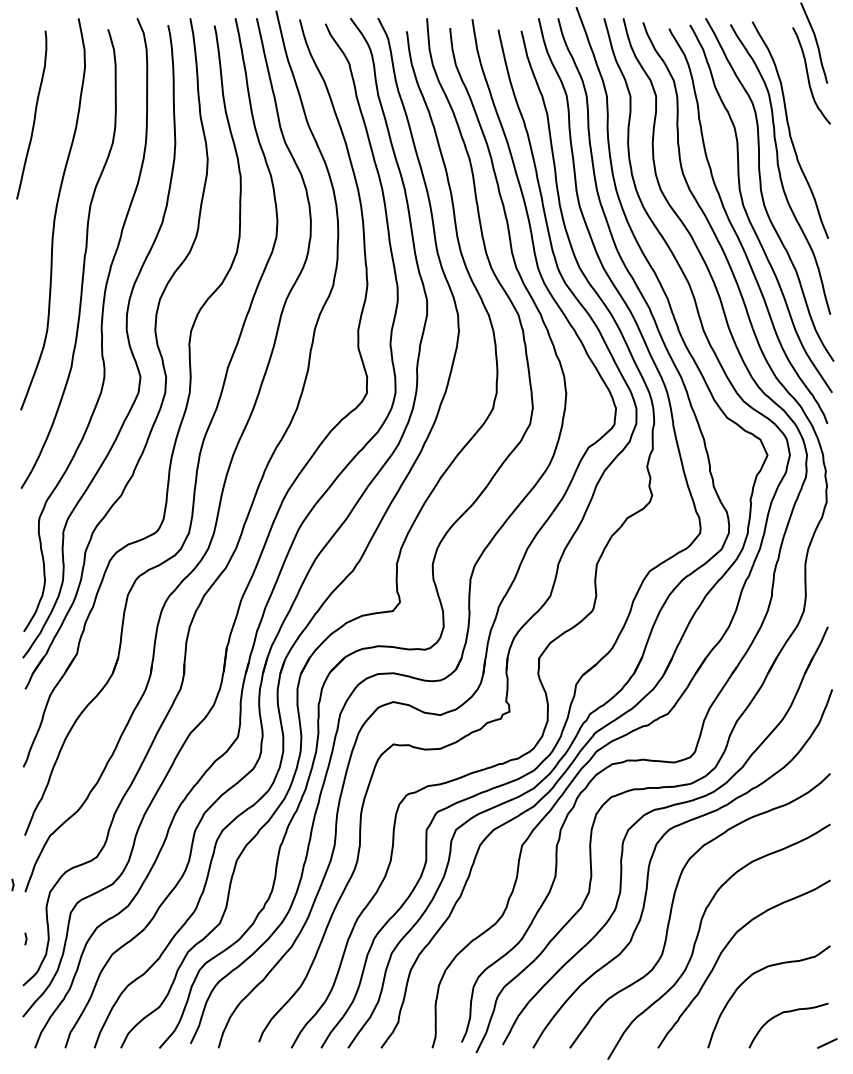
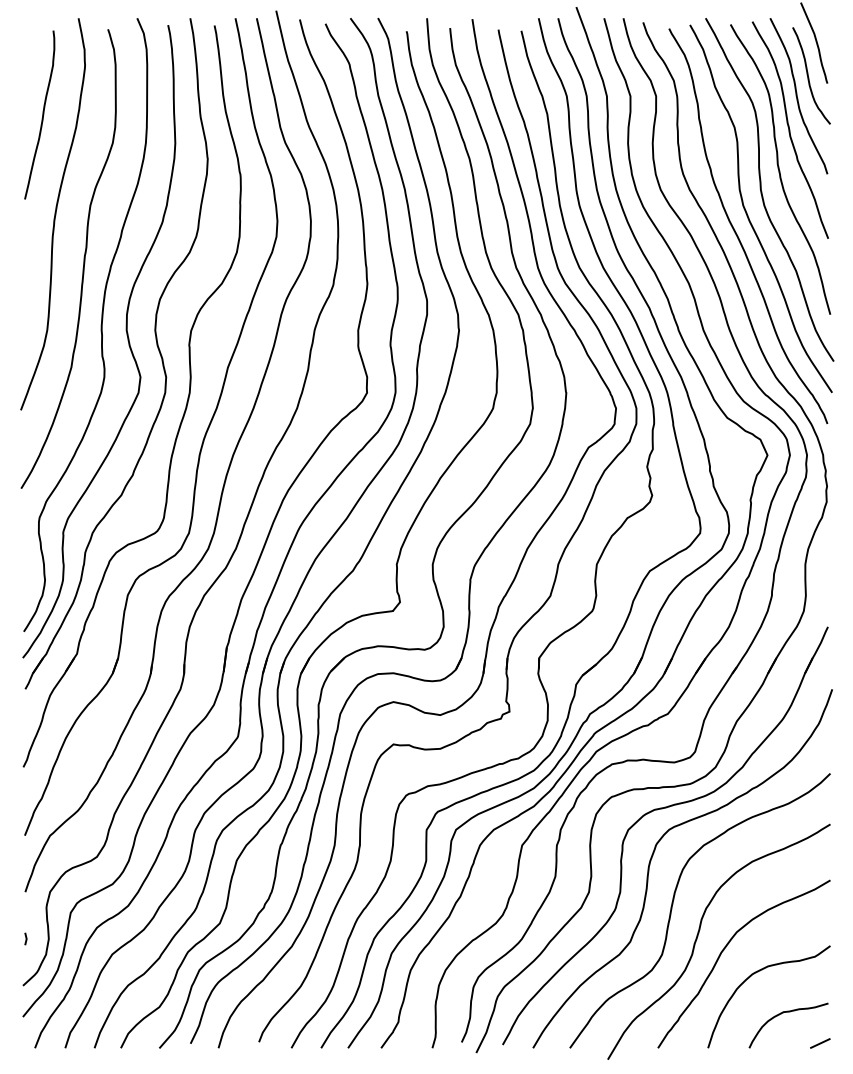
curve at (797, 96): none -> present
curve at (34, 114) position: (34, 114) -> (42, 114)
line at (12, 884): present -> none
line at (827, 1043) position: (827, 1043) -> (820, 1043)
